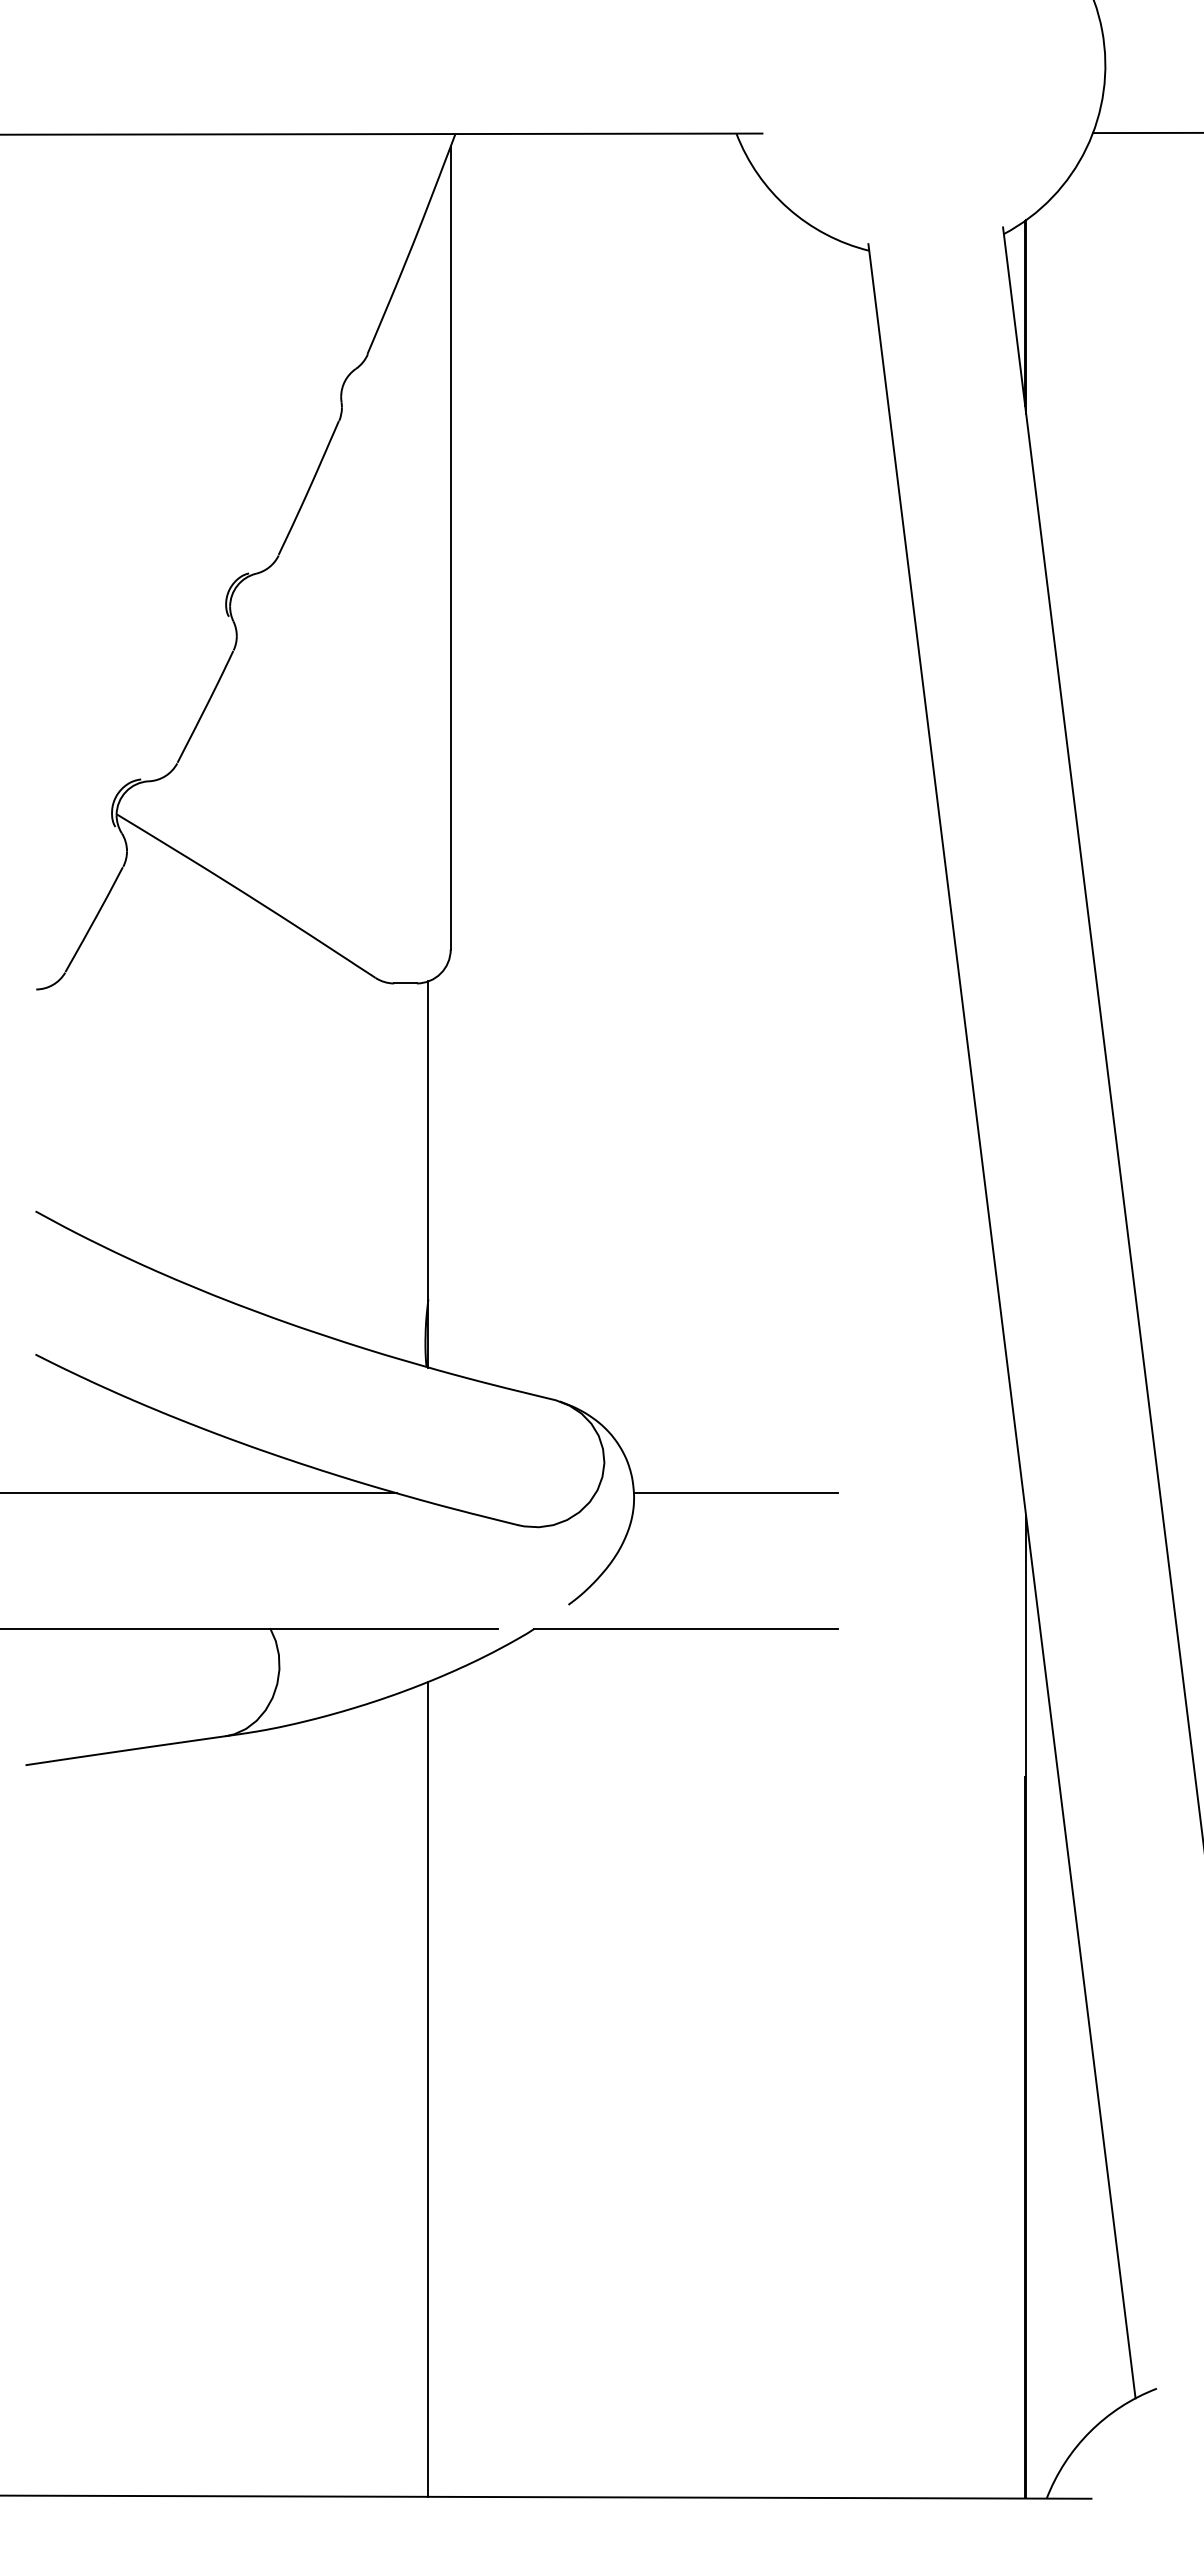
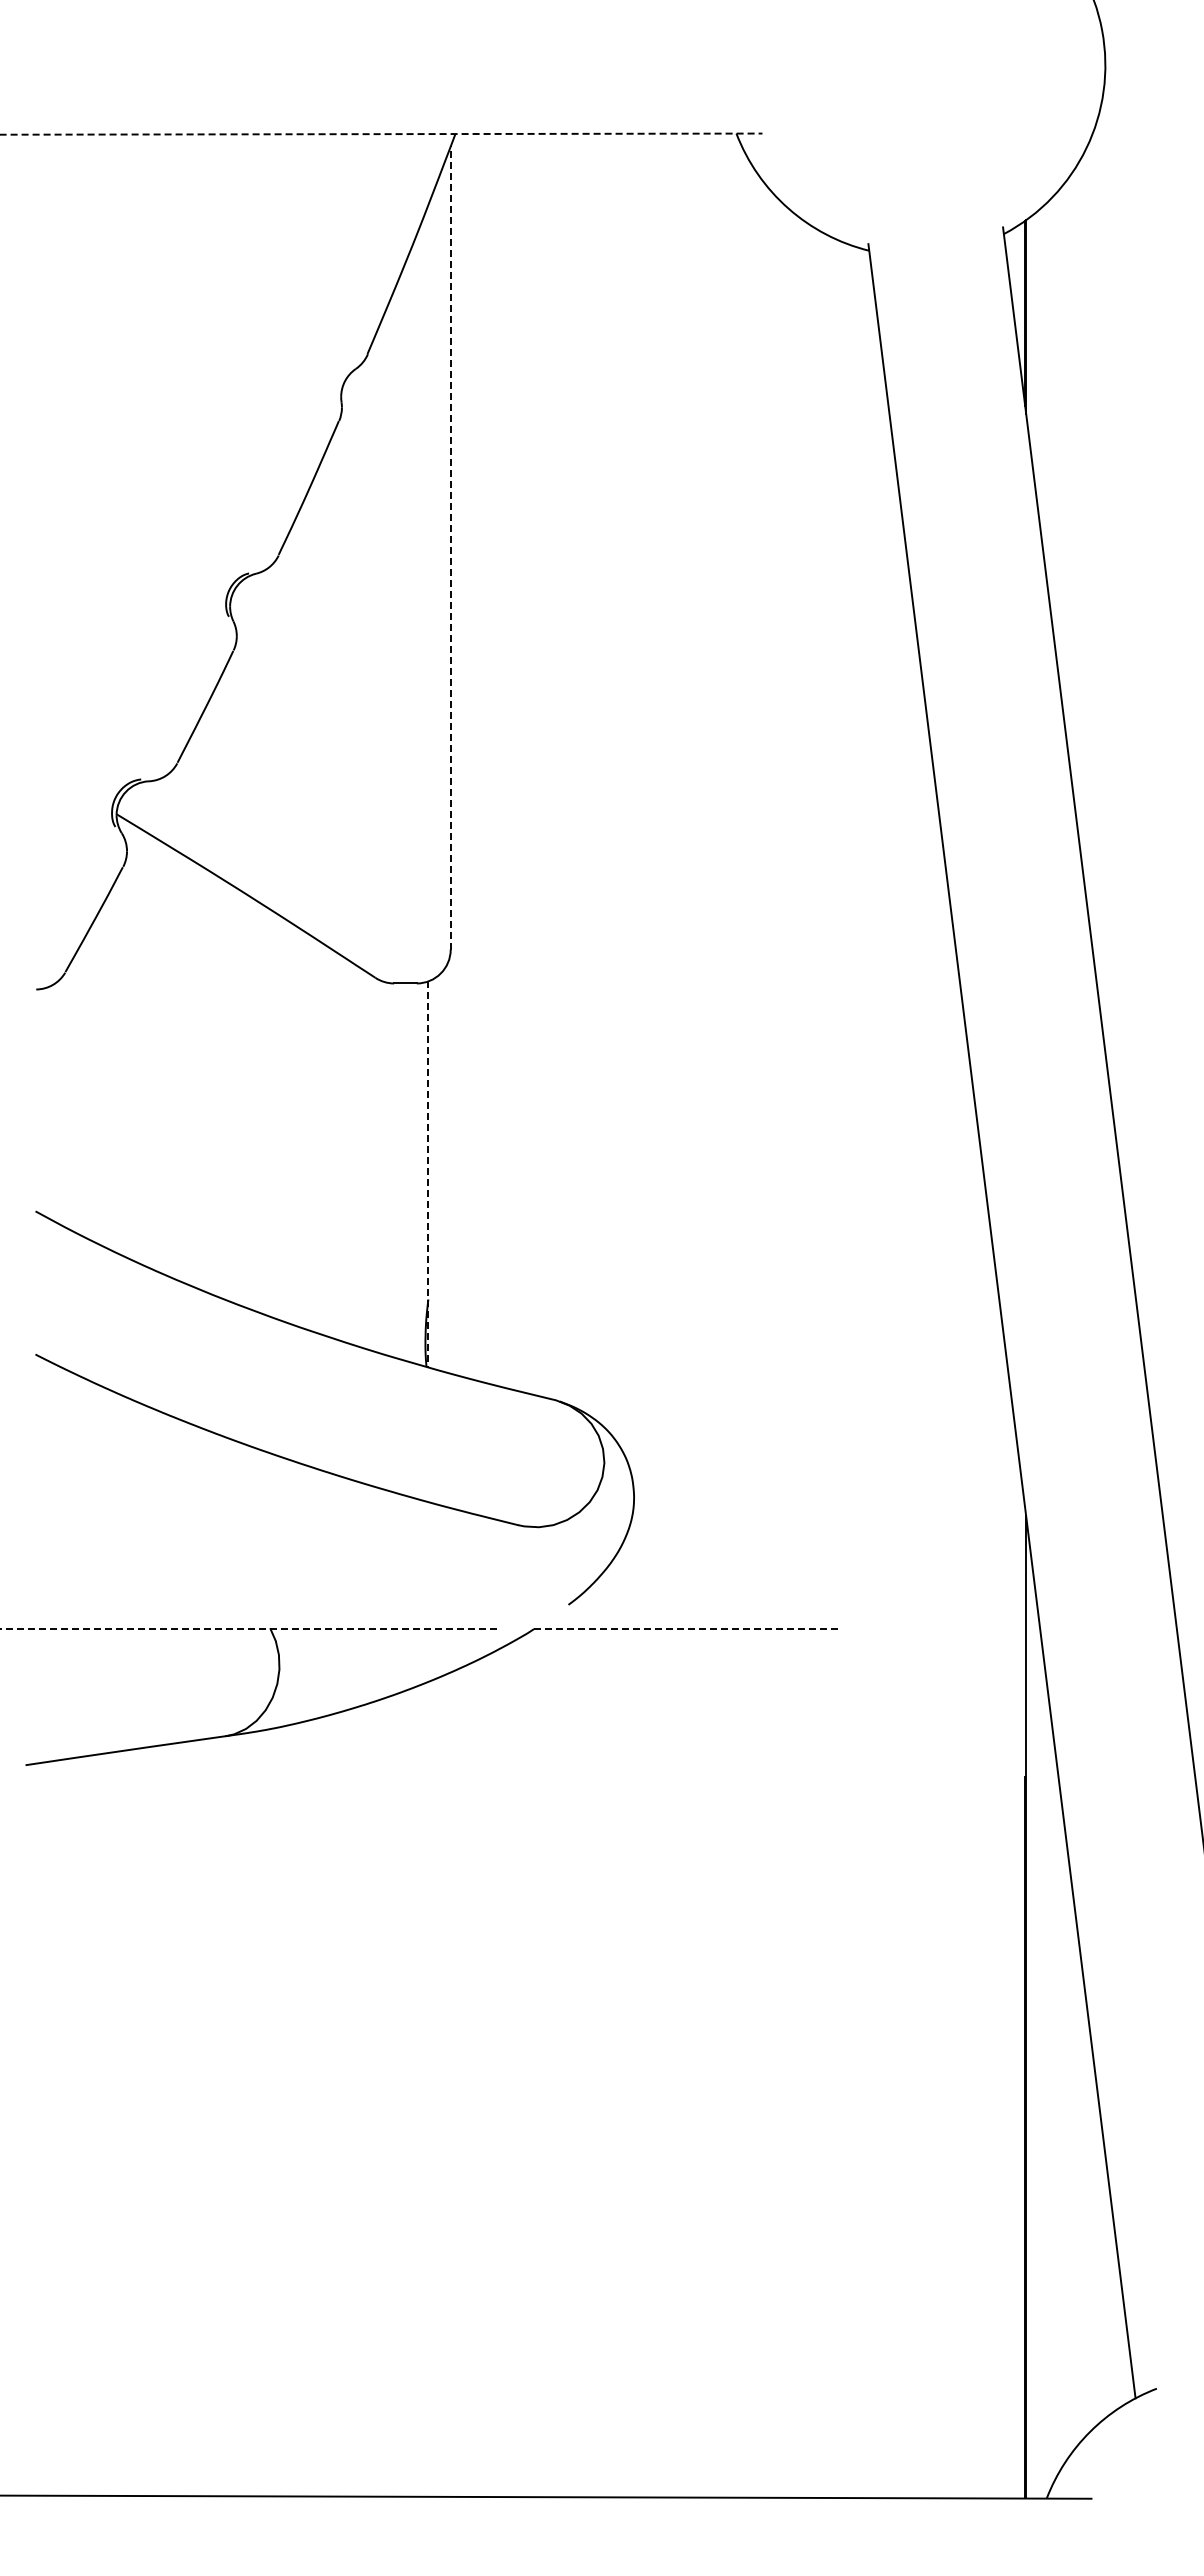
line at (1146, 132): present -> none
line at (381, 134): solid -> dashed
line at (450, 547): solid -> dashed
line at (428, 1174): solid -> dashed
line at (199, 1493): present -> none
line at (735, 1493): present -> none
line at (249, 1629): solid -> dashed
line at (686, 1629): solid -> dashed
line at (428, 2088): present -> none
